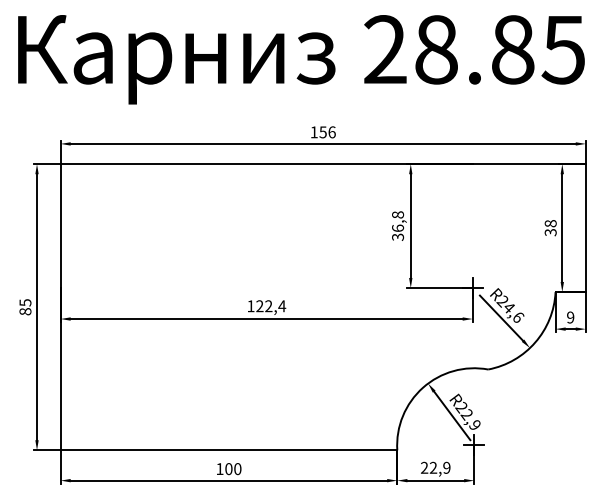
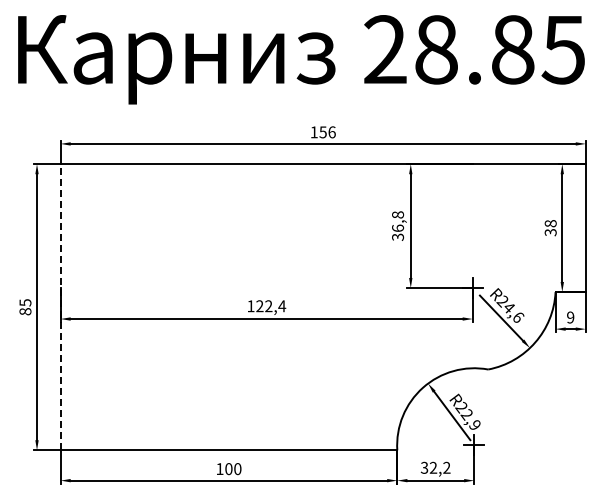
line at (60, 306): solid -> dashed
text at (435, 467): 22,9 -> 32,2
